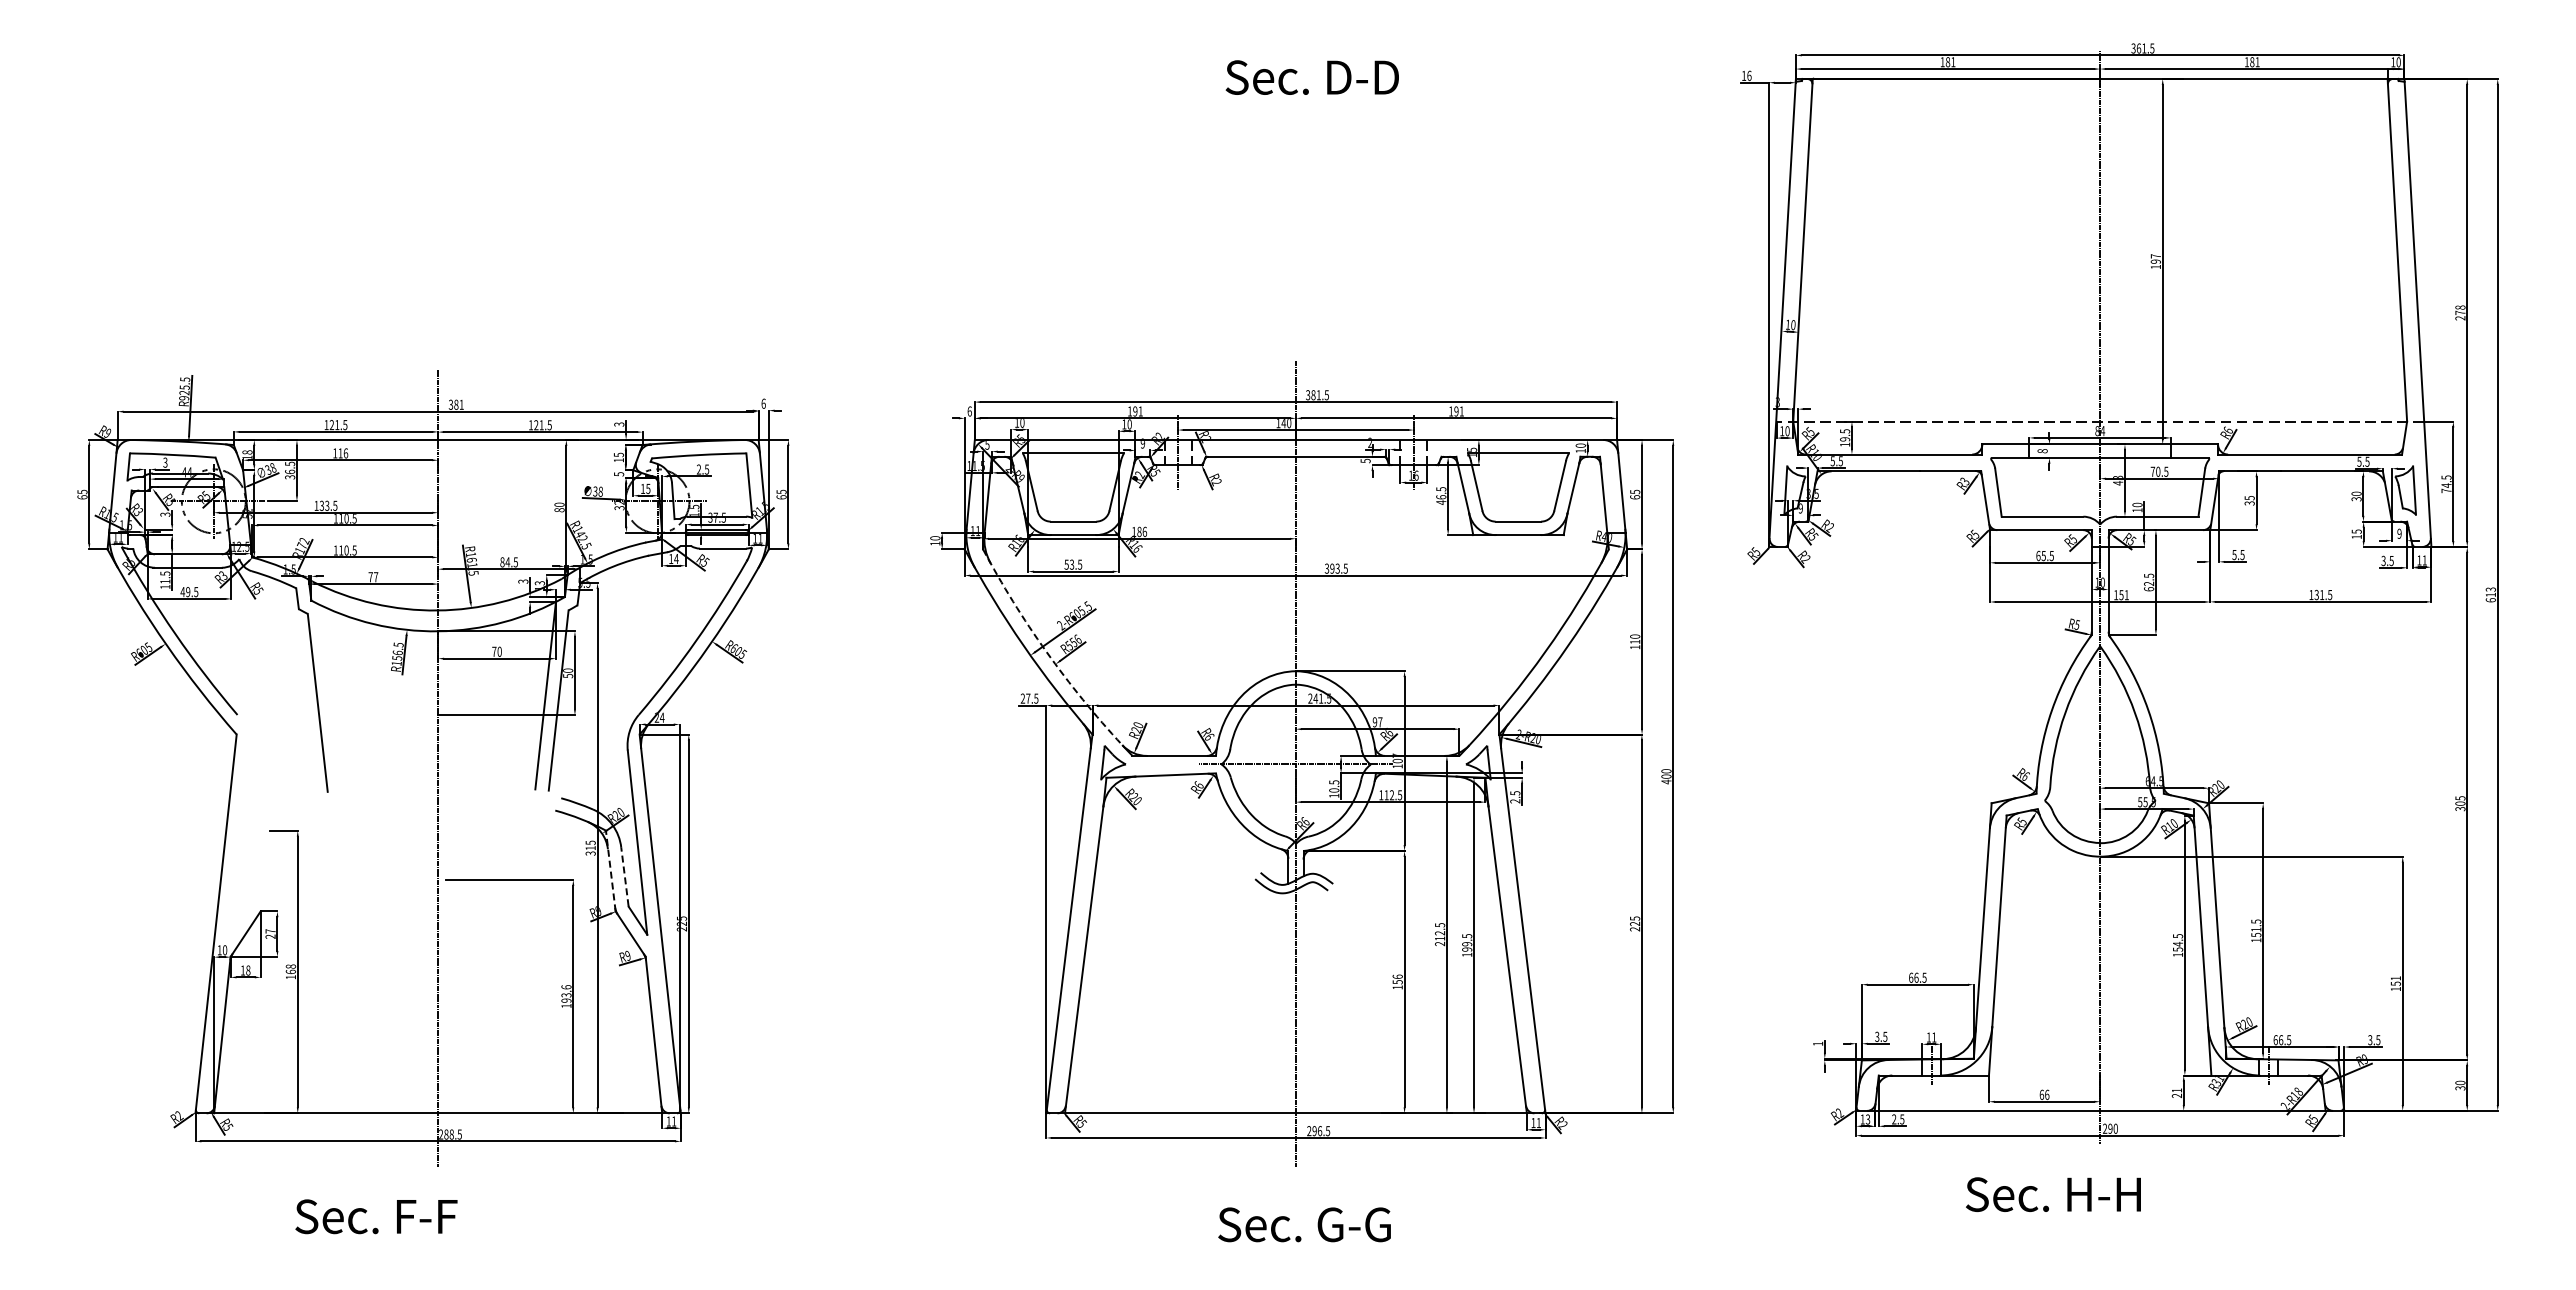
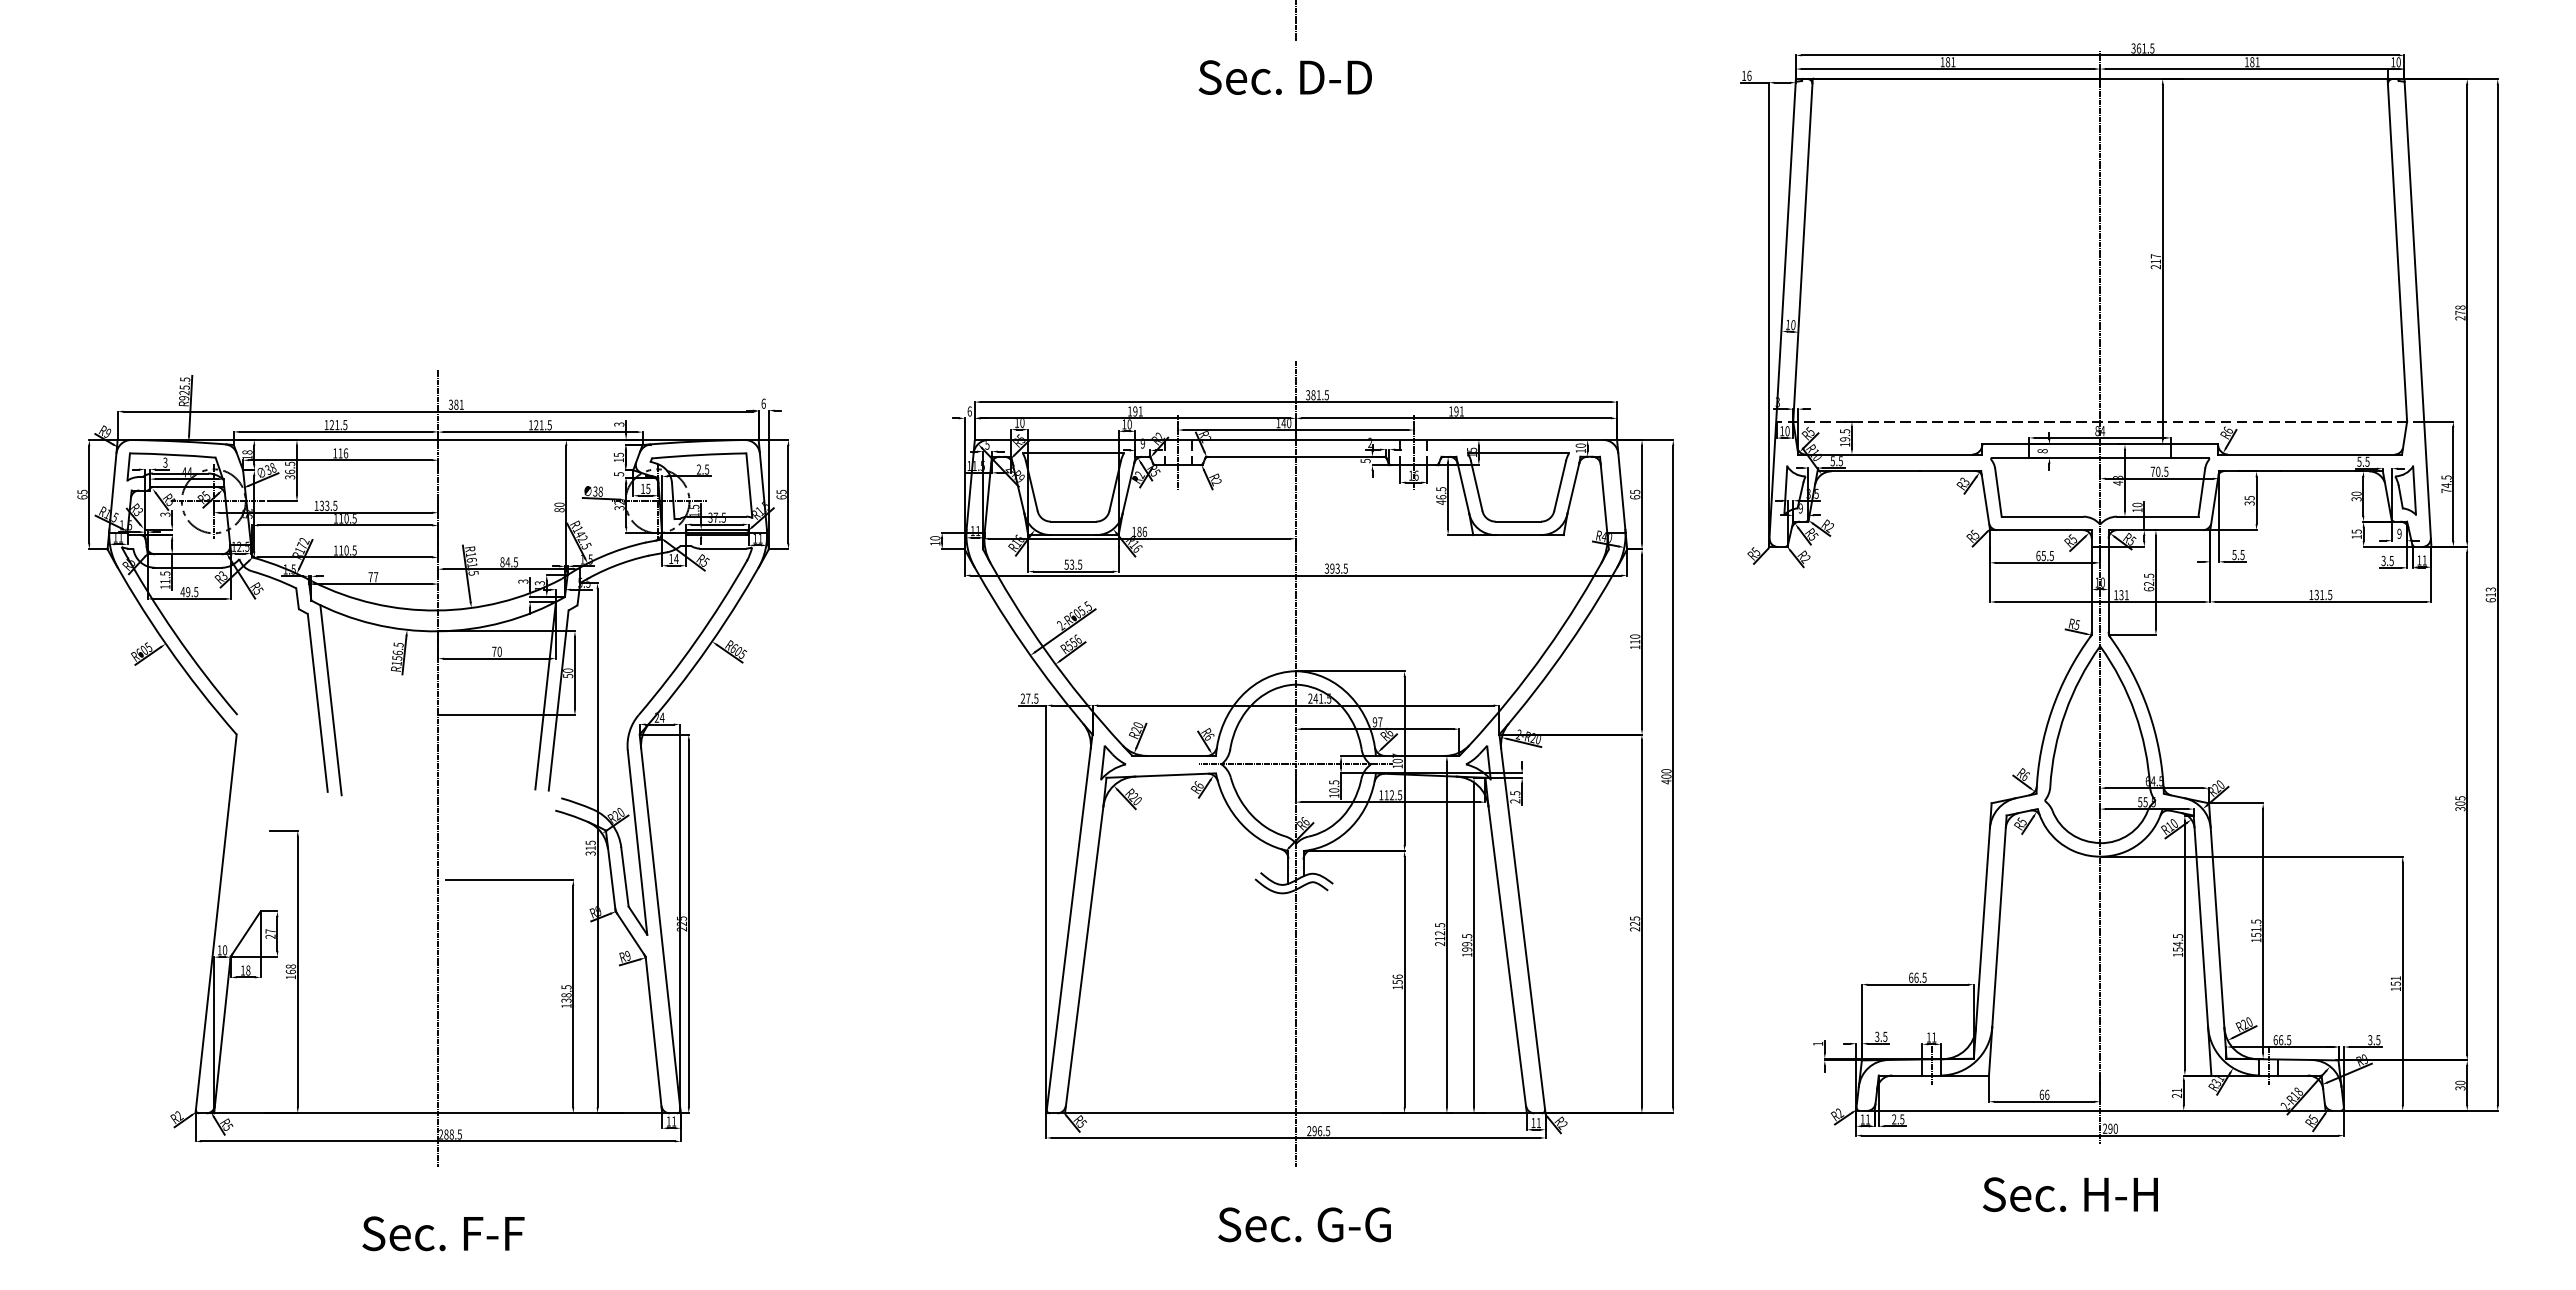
line at (1295, 21): none -> present
text at (1311, 77) position: (1311, 77) -> (1284, 77)
text at (2155, 264): 197 -> 217
text at (2121, 594): 151 -> 131
arc at (1046, 651): dashed -> solid
line at (330, 700): none -> present
line at (610, 870): dashed -> solid
line at (624, 876): dashed -> solid
text at (566, 993): 193.6 -> 138.5
text at (1867, 1119): 13 -> 11
text at (2053, 1194) position: (2053, 1194) -> (2070, 1194)
text at (376, 1216) position: (376, 1216) -> (443, 1233)
